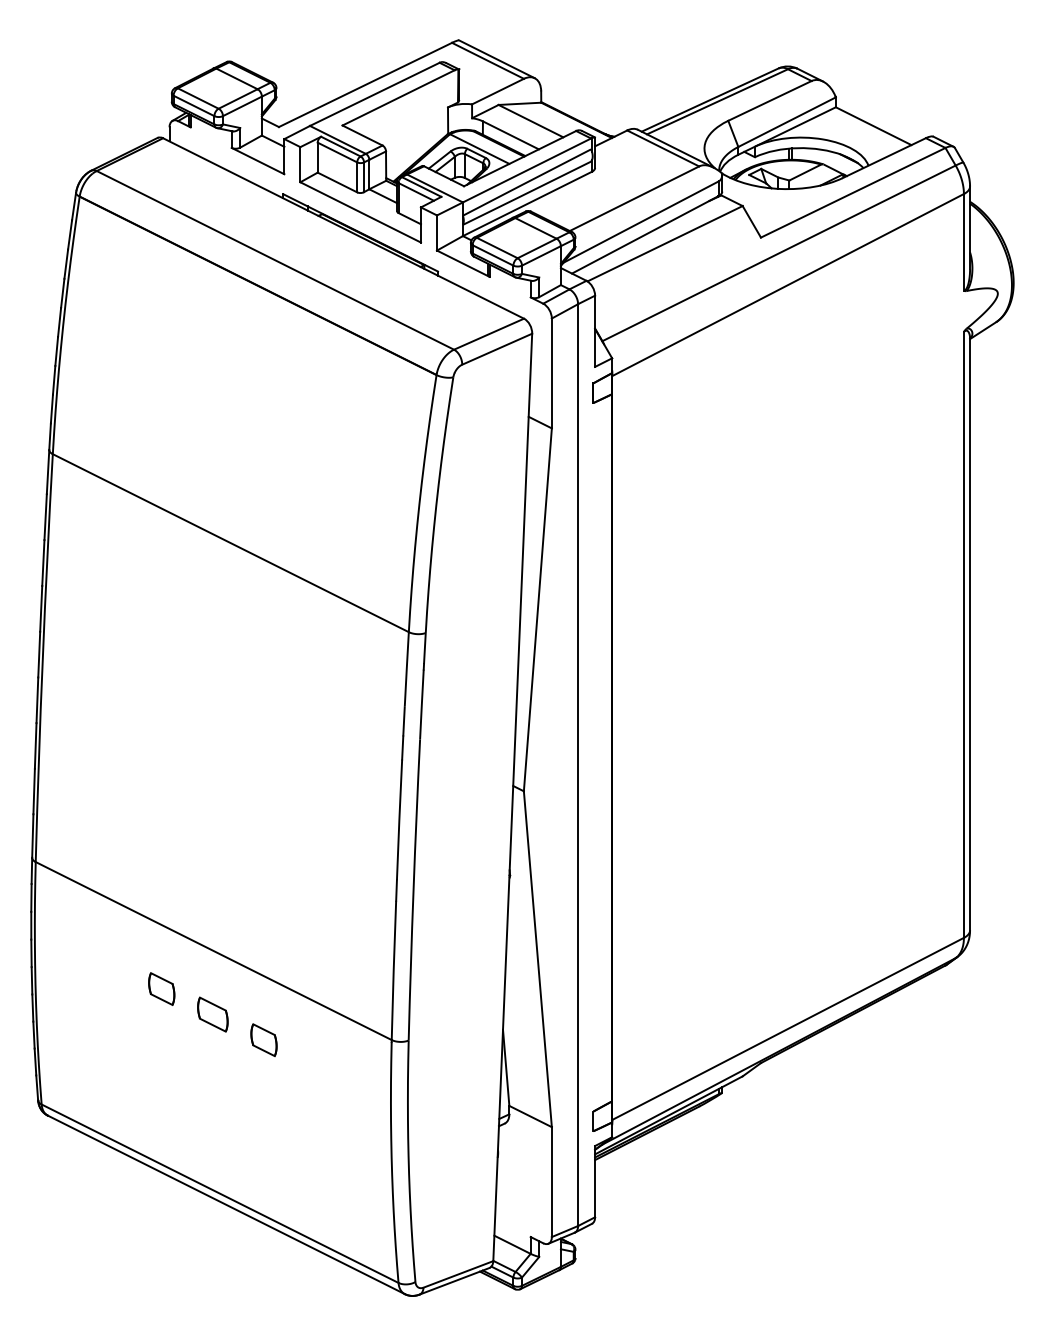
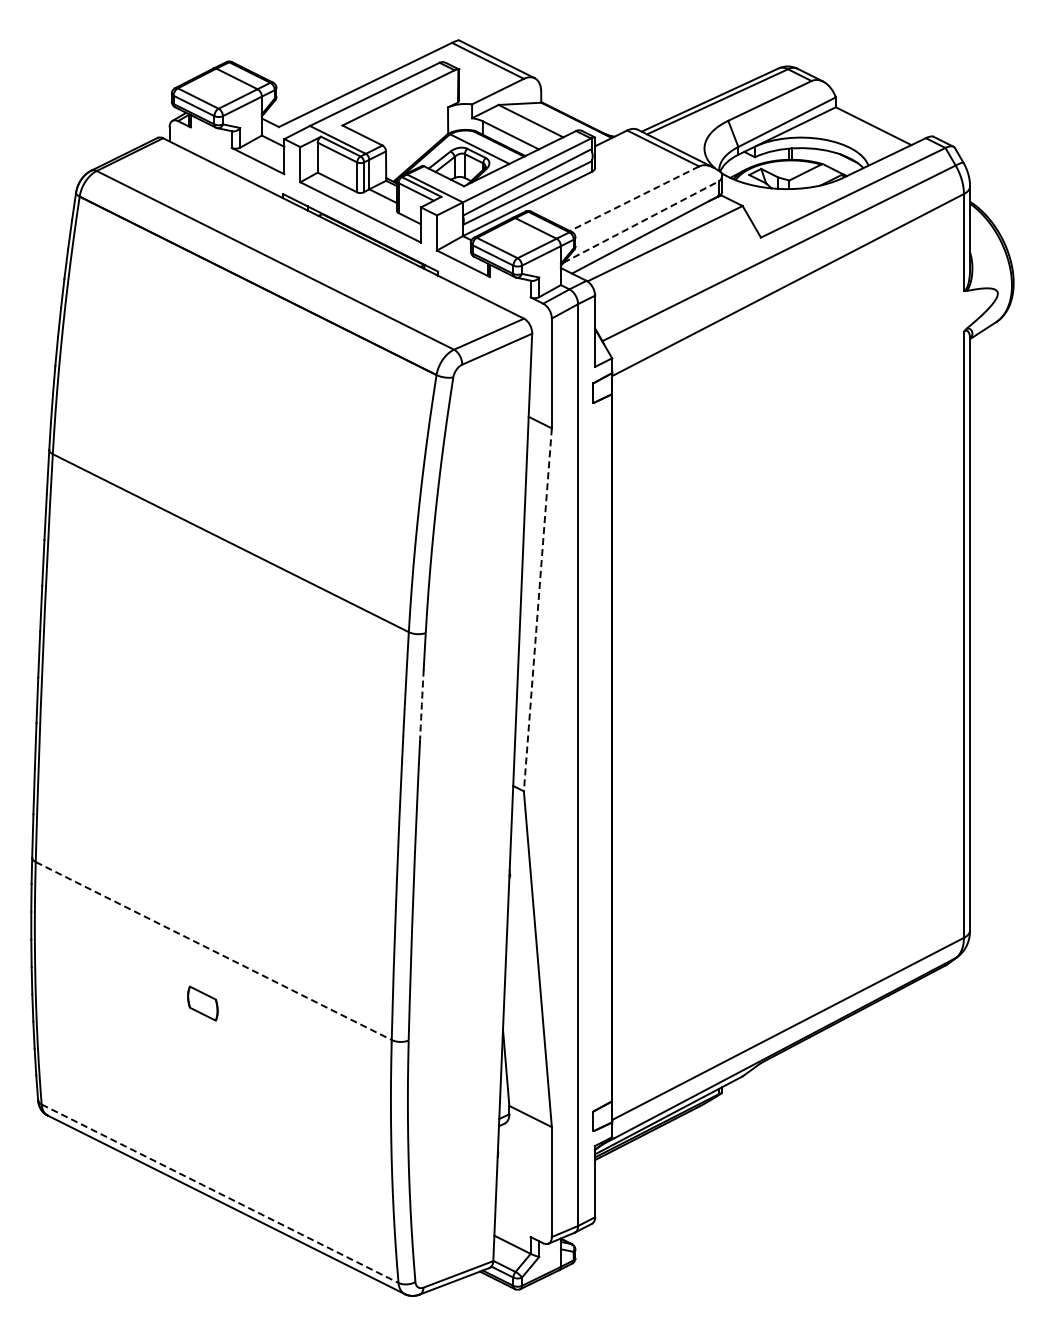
line at (634, 198): solid -> dashed
line at (641, 222): solid -> dashed
line at (537, 609): solid -> dashed
arc at (421, 704): solid -> dashed
line at (214, 951): solid -> dashed
part at (161, 988): present -> none
part at (212, 1014) position: (212, 1014) -> (202, 1003)
part at (263, 1039): present -> none
line at (220, 1193): solid -> dashed
